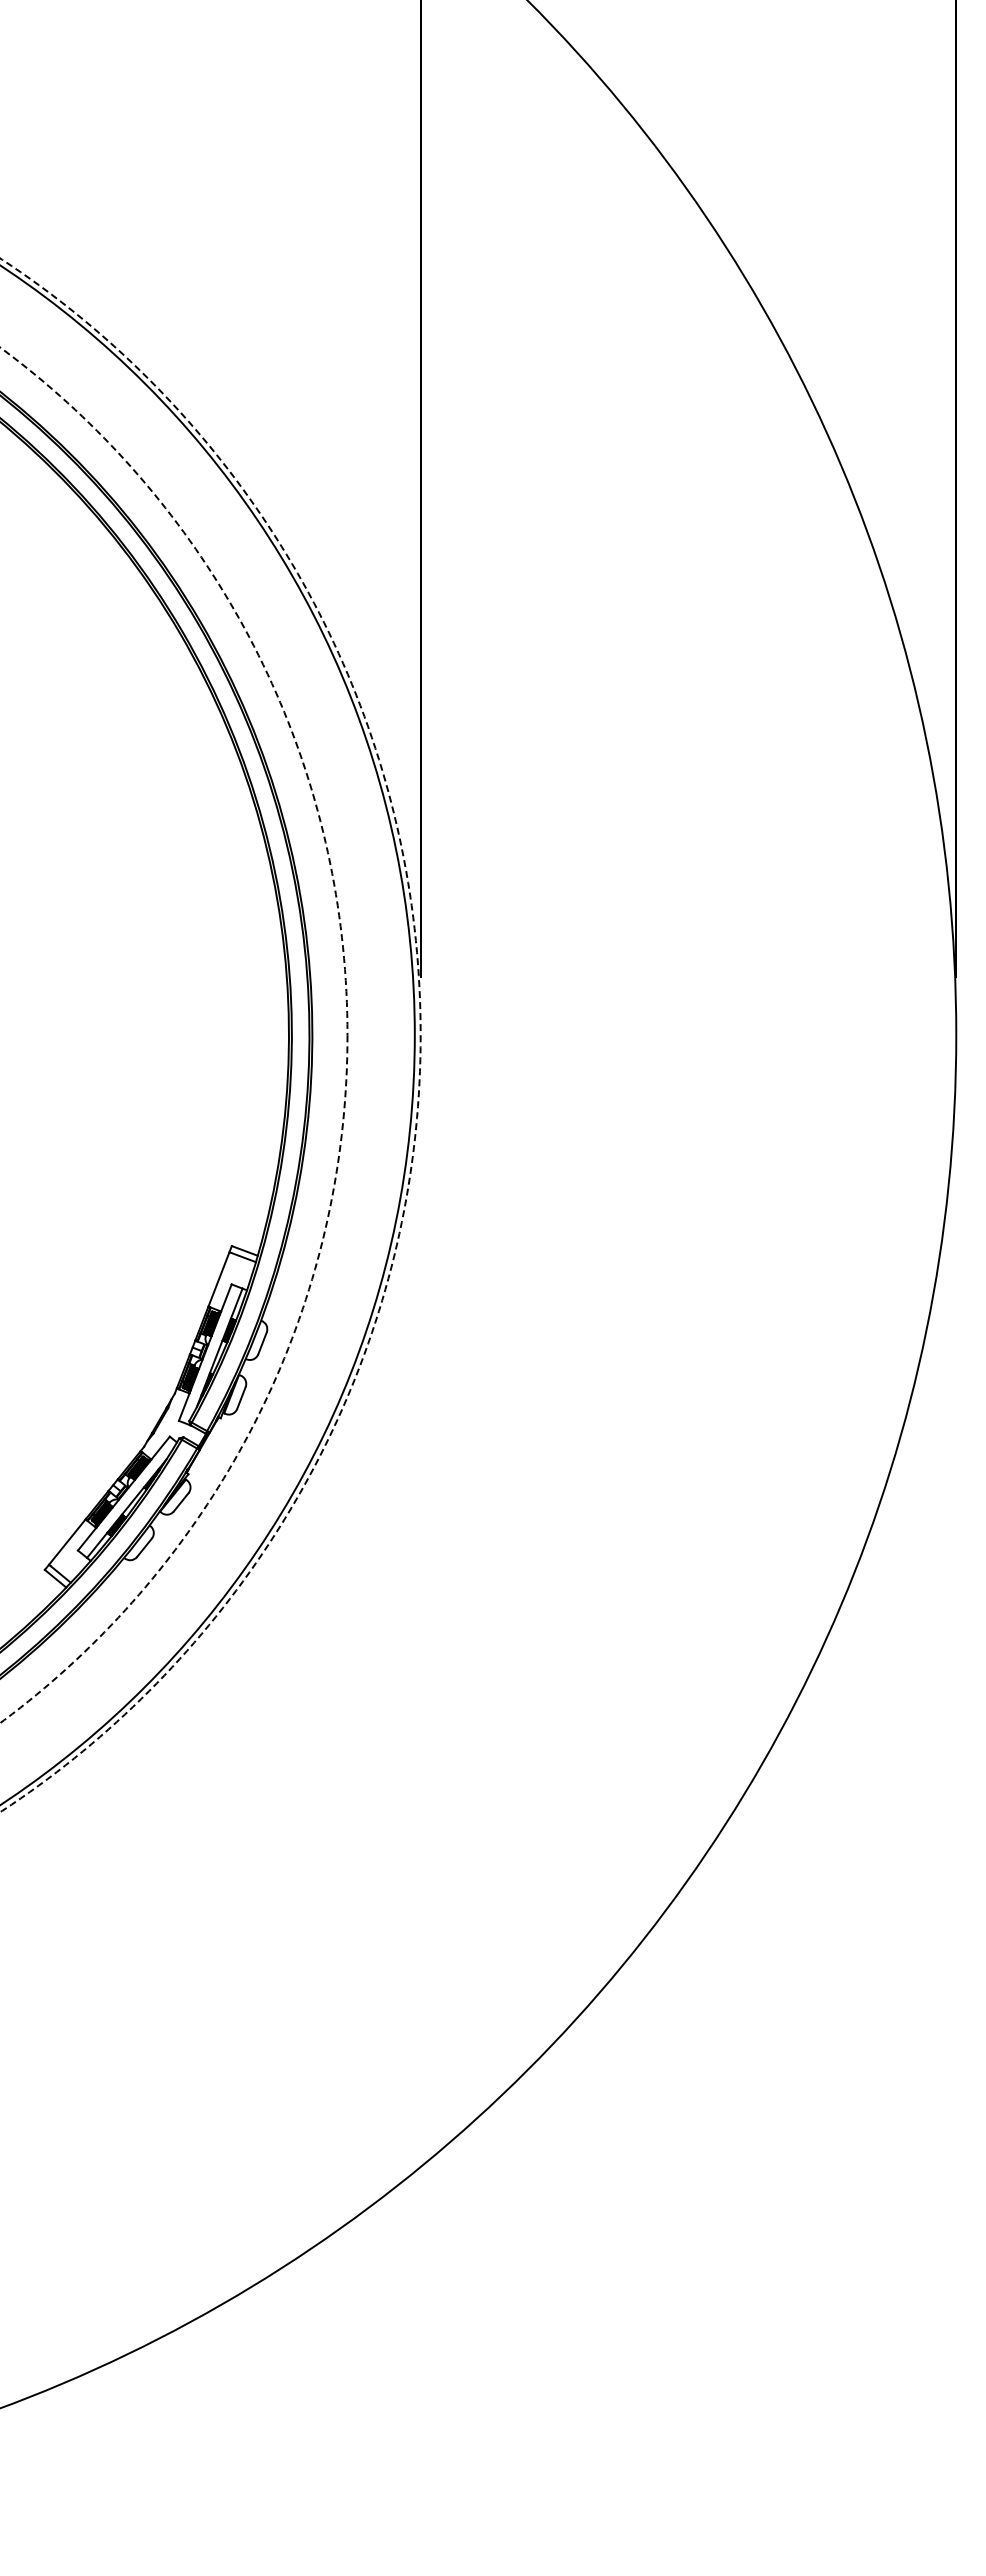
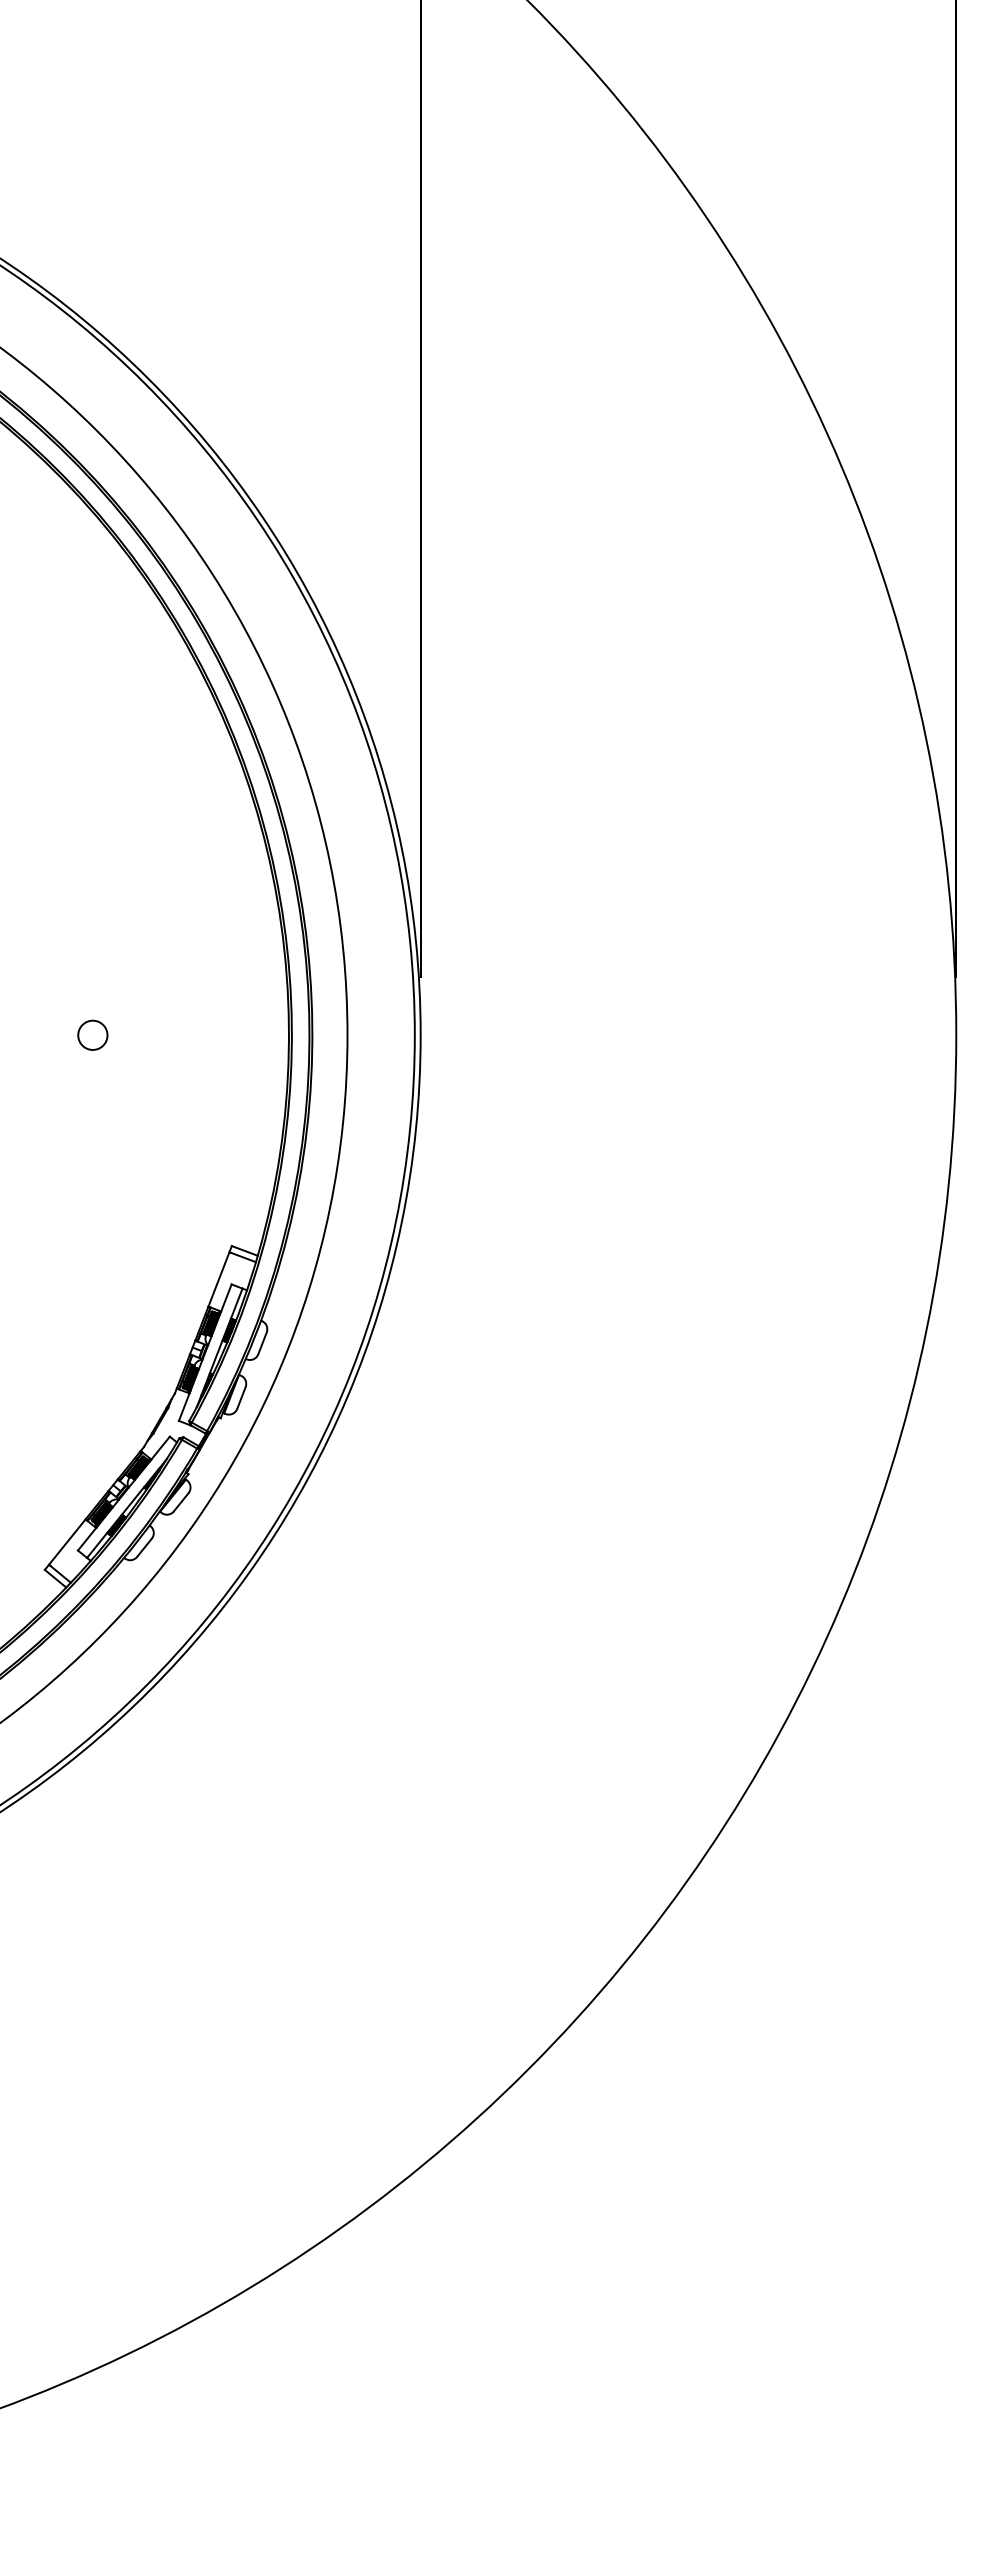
circle at (92, 1034): none -> present
circle at (173, 1035): dashed -> solid
circle at (210, 1035): dashed -> solid
